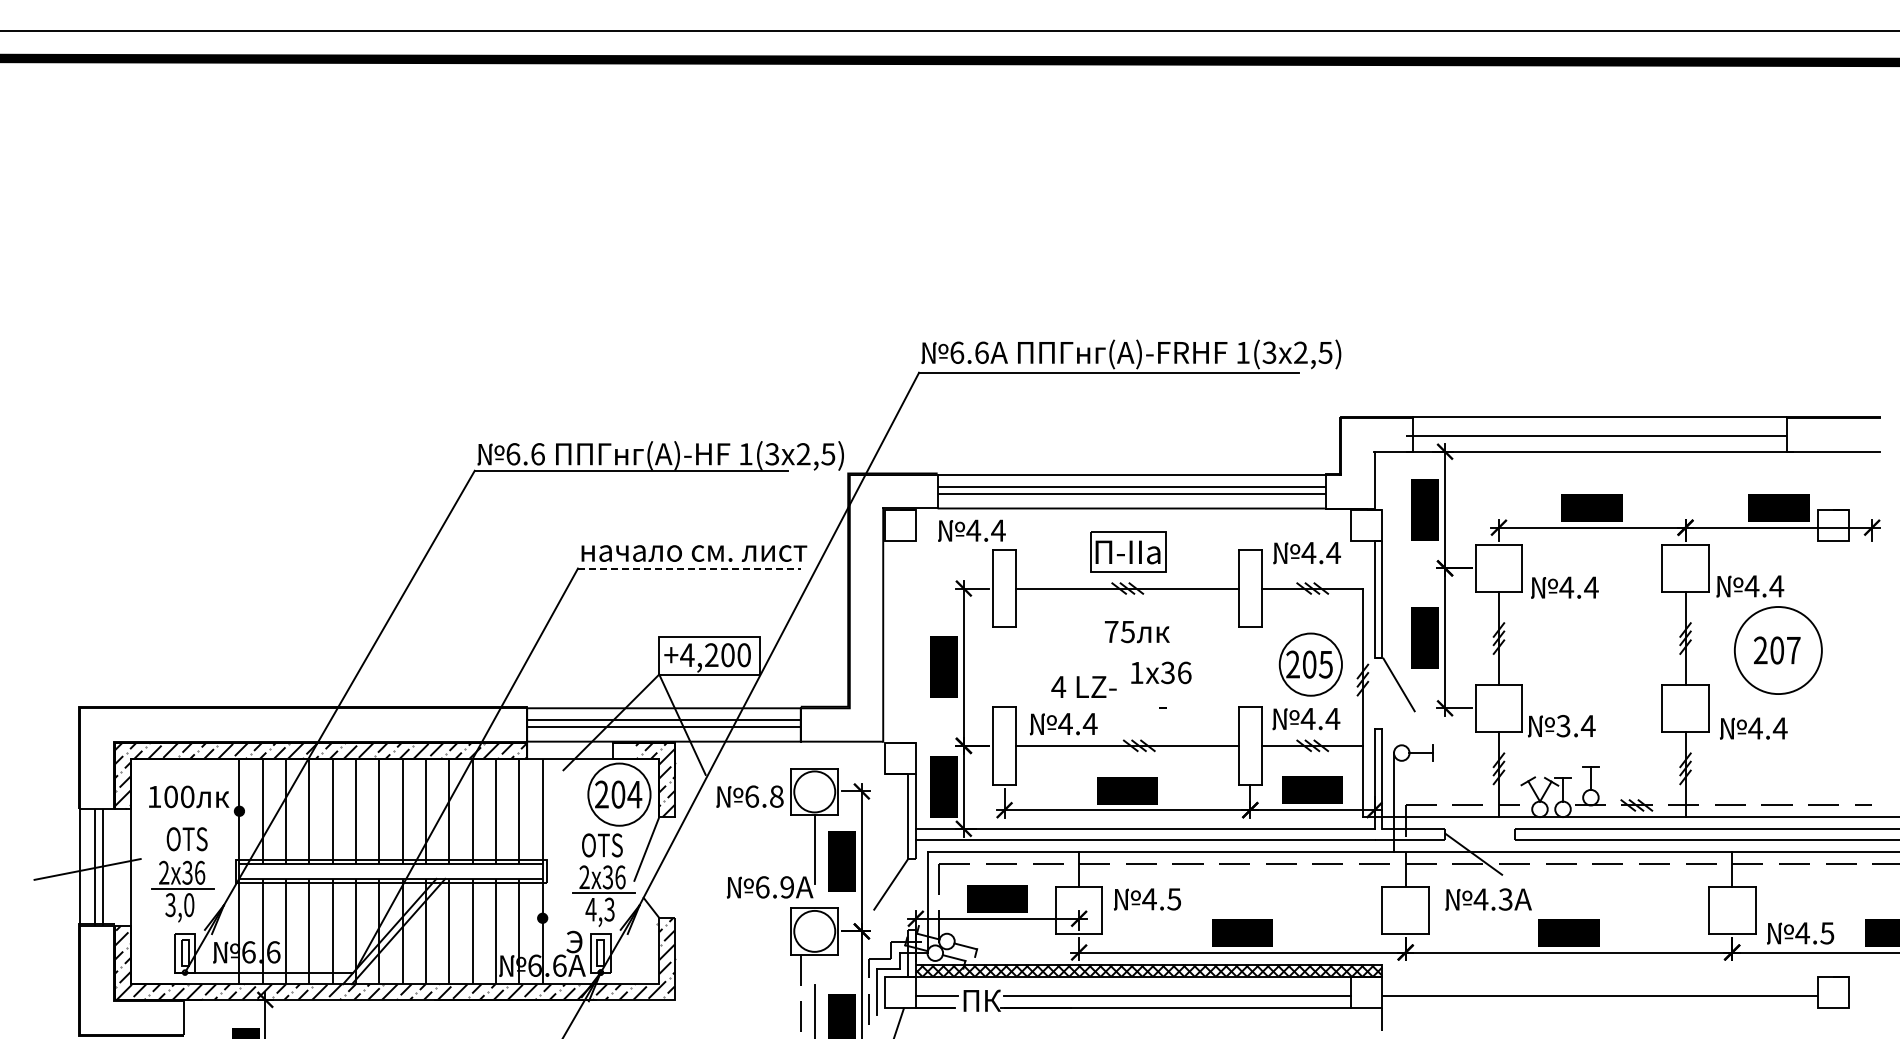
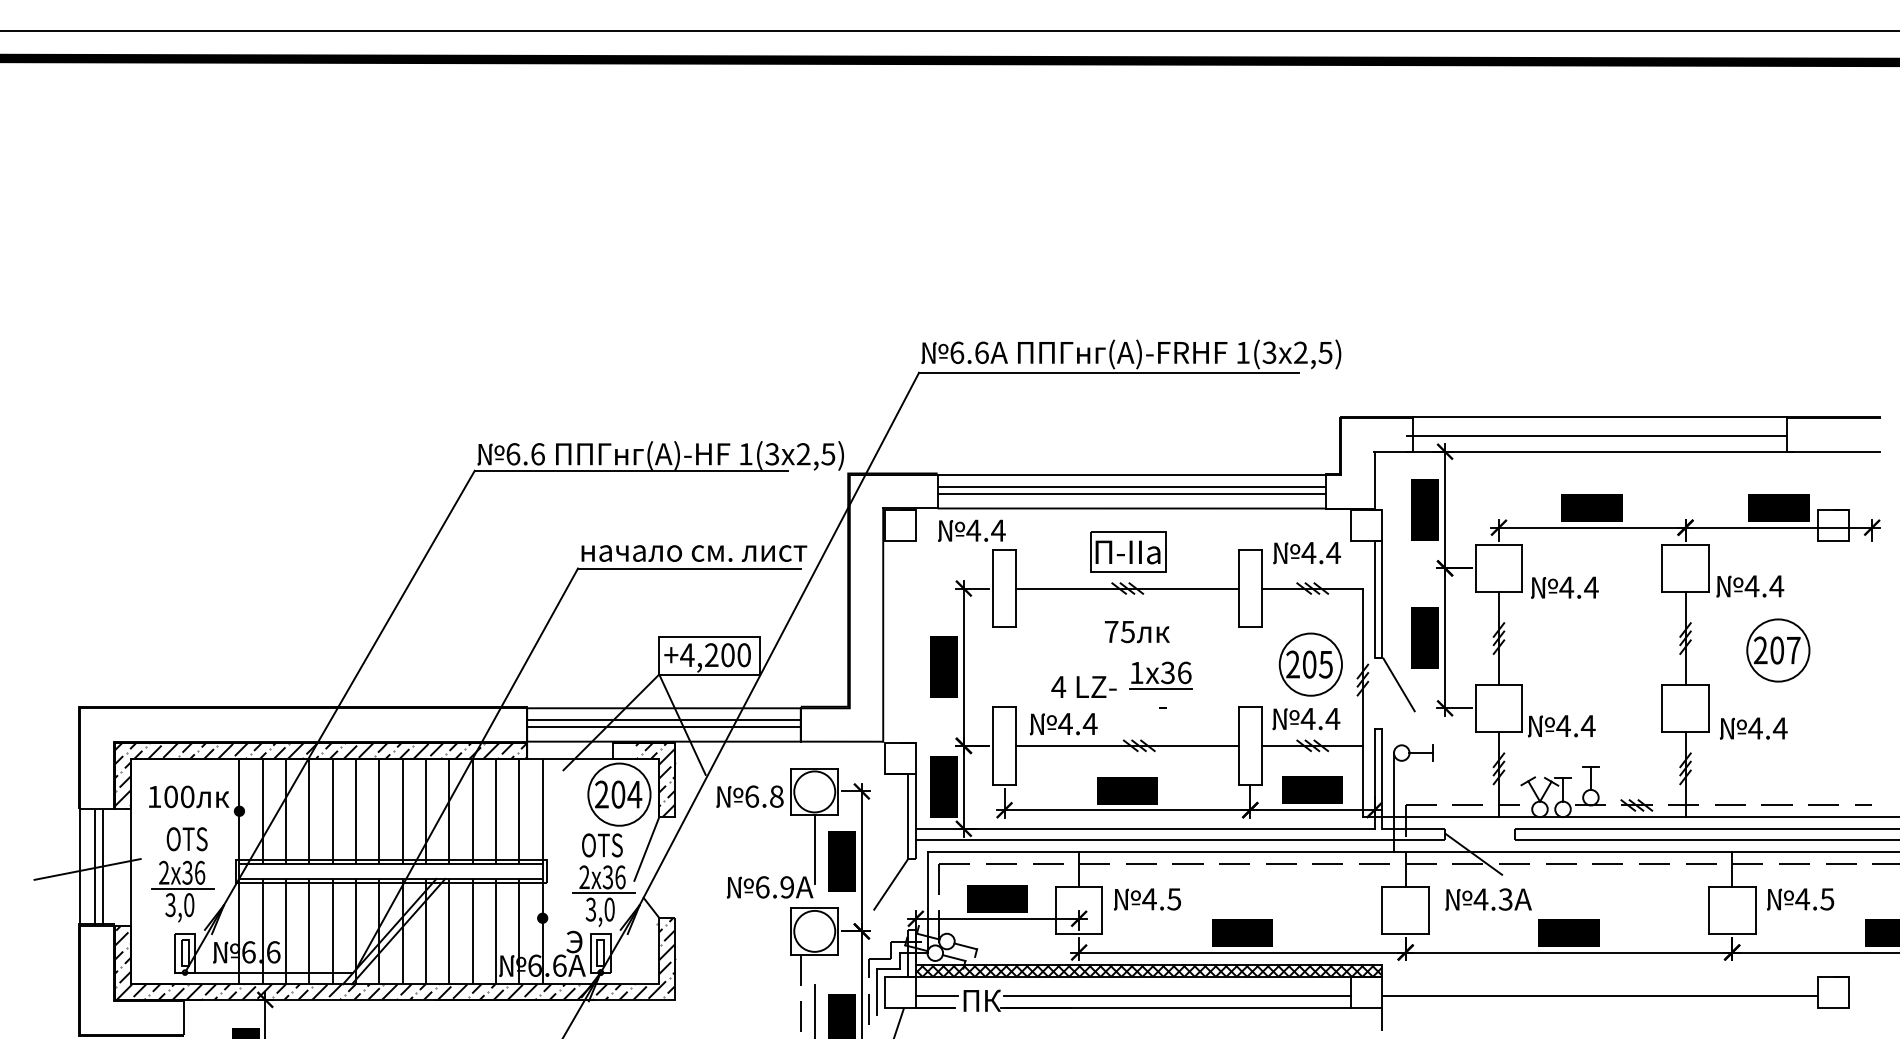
line at (689, 568): dashed -> solid
circle at (1777, 650) diameter: 87 px -> 62 px
line at (1160, 688): none -> present
text at (1563, 725): 3.4 -> 4.4
text at (599, 909): 4,3 -> 3,0
text at (1800, 933) position: (1800, 933) -> (1800, 899)
